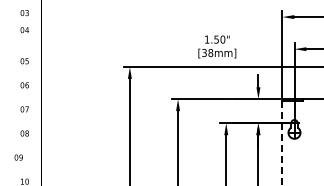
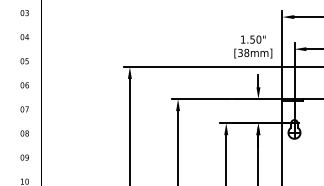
text at (24, 30) position: (24, 30) -> (24, 37)
text at (217, 46) position: (217, 46) -> (253, 46)
line at (282, 142): dashed -> solid
text at (18, 157) position: (18, 157) -> (24, 157)
